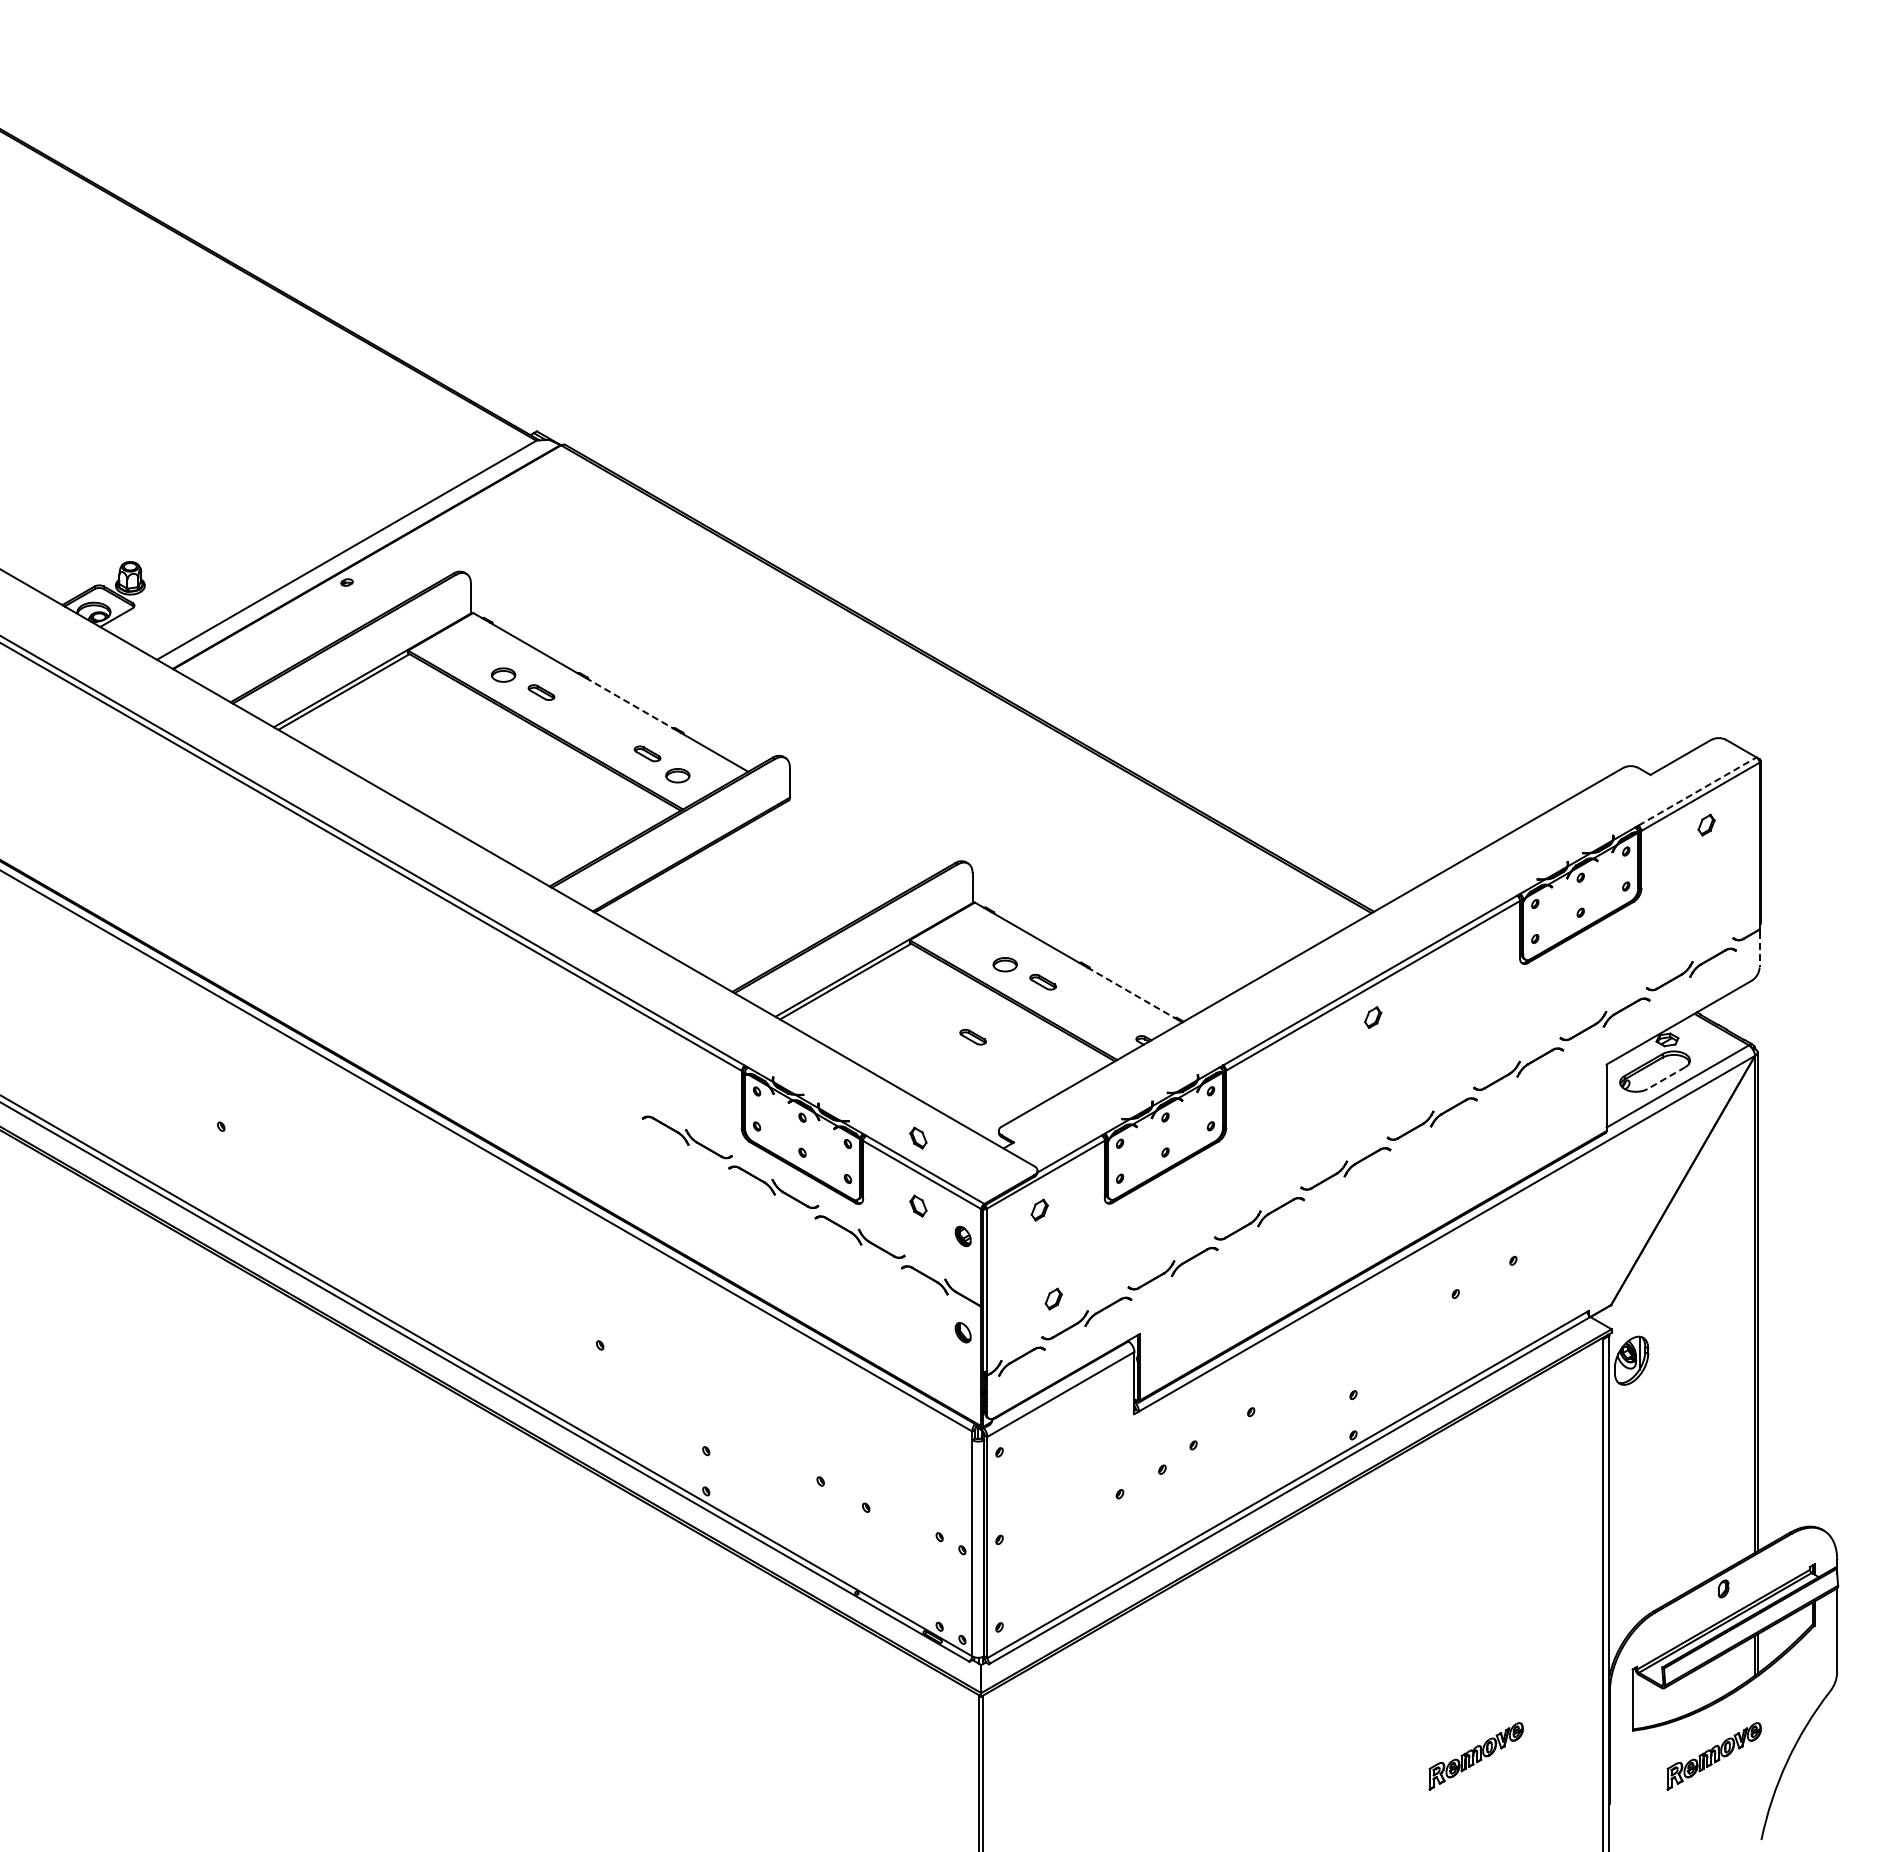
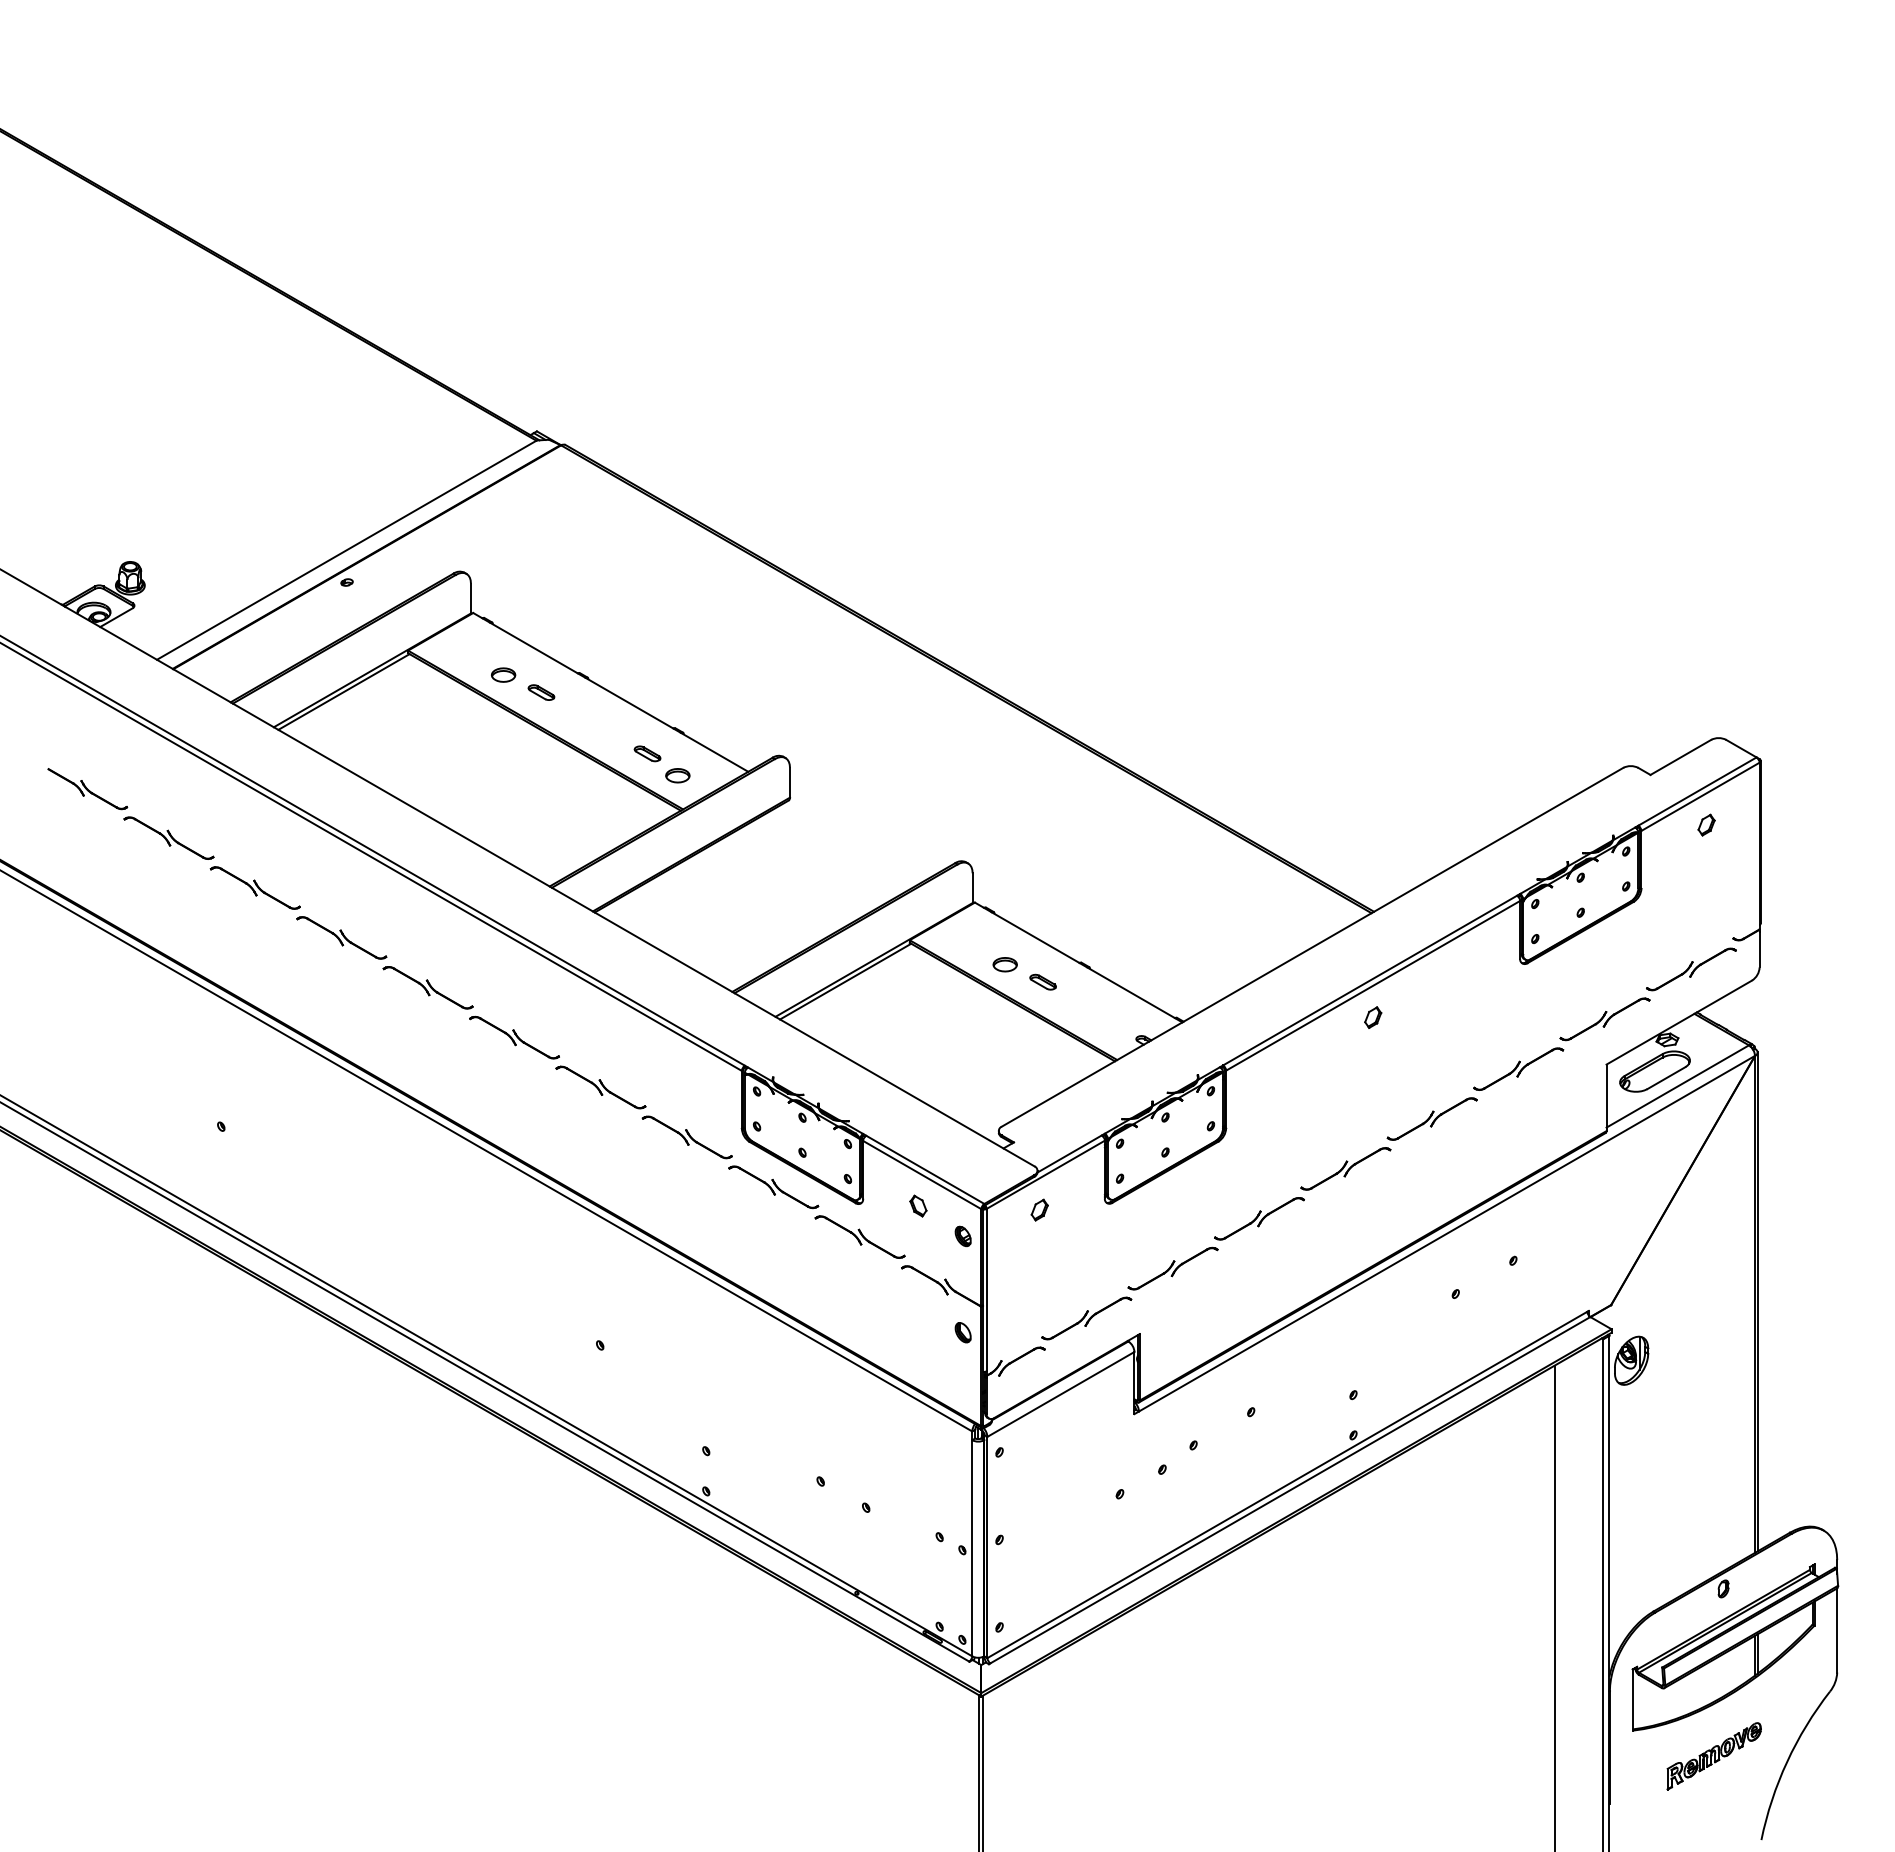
line at (629, 703): dashed -> solid
line at (1697, 791): dashed -> solid
part at (346, 938): none -> present
line at (1759, 949): dashed -> solid
line at (1131, 992): dashed -> solid
part at (972, 1036): present -> none
line at (1666, 1078): dashed -> solid
part at (918, 1137): present -> none
part at (1053, 1298): present -> none
line at (1554, 1606): none -> present
part at (1475, 1756): present -> none
